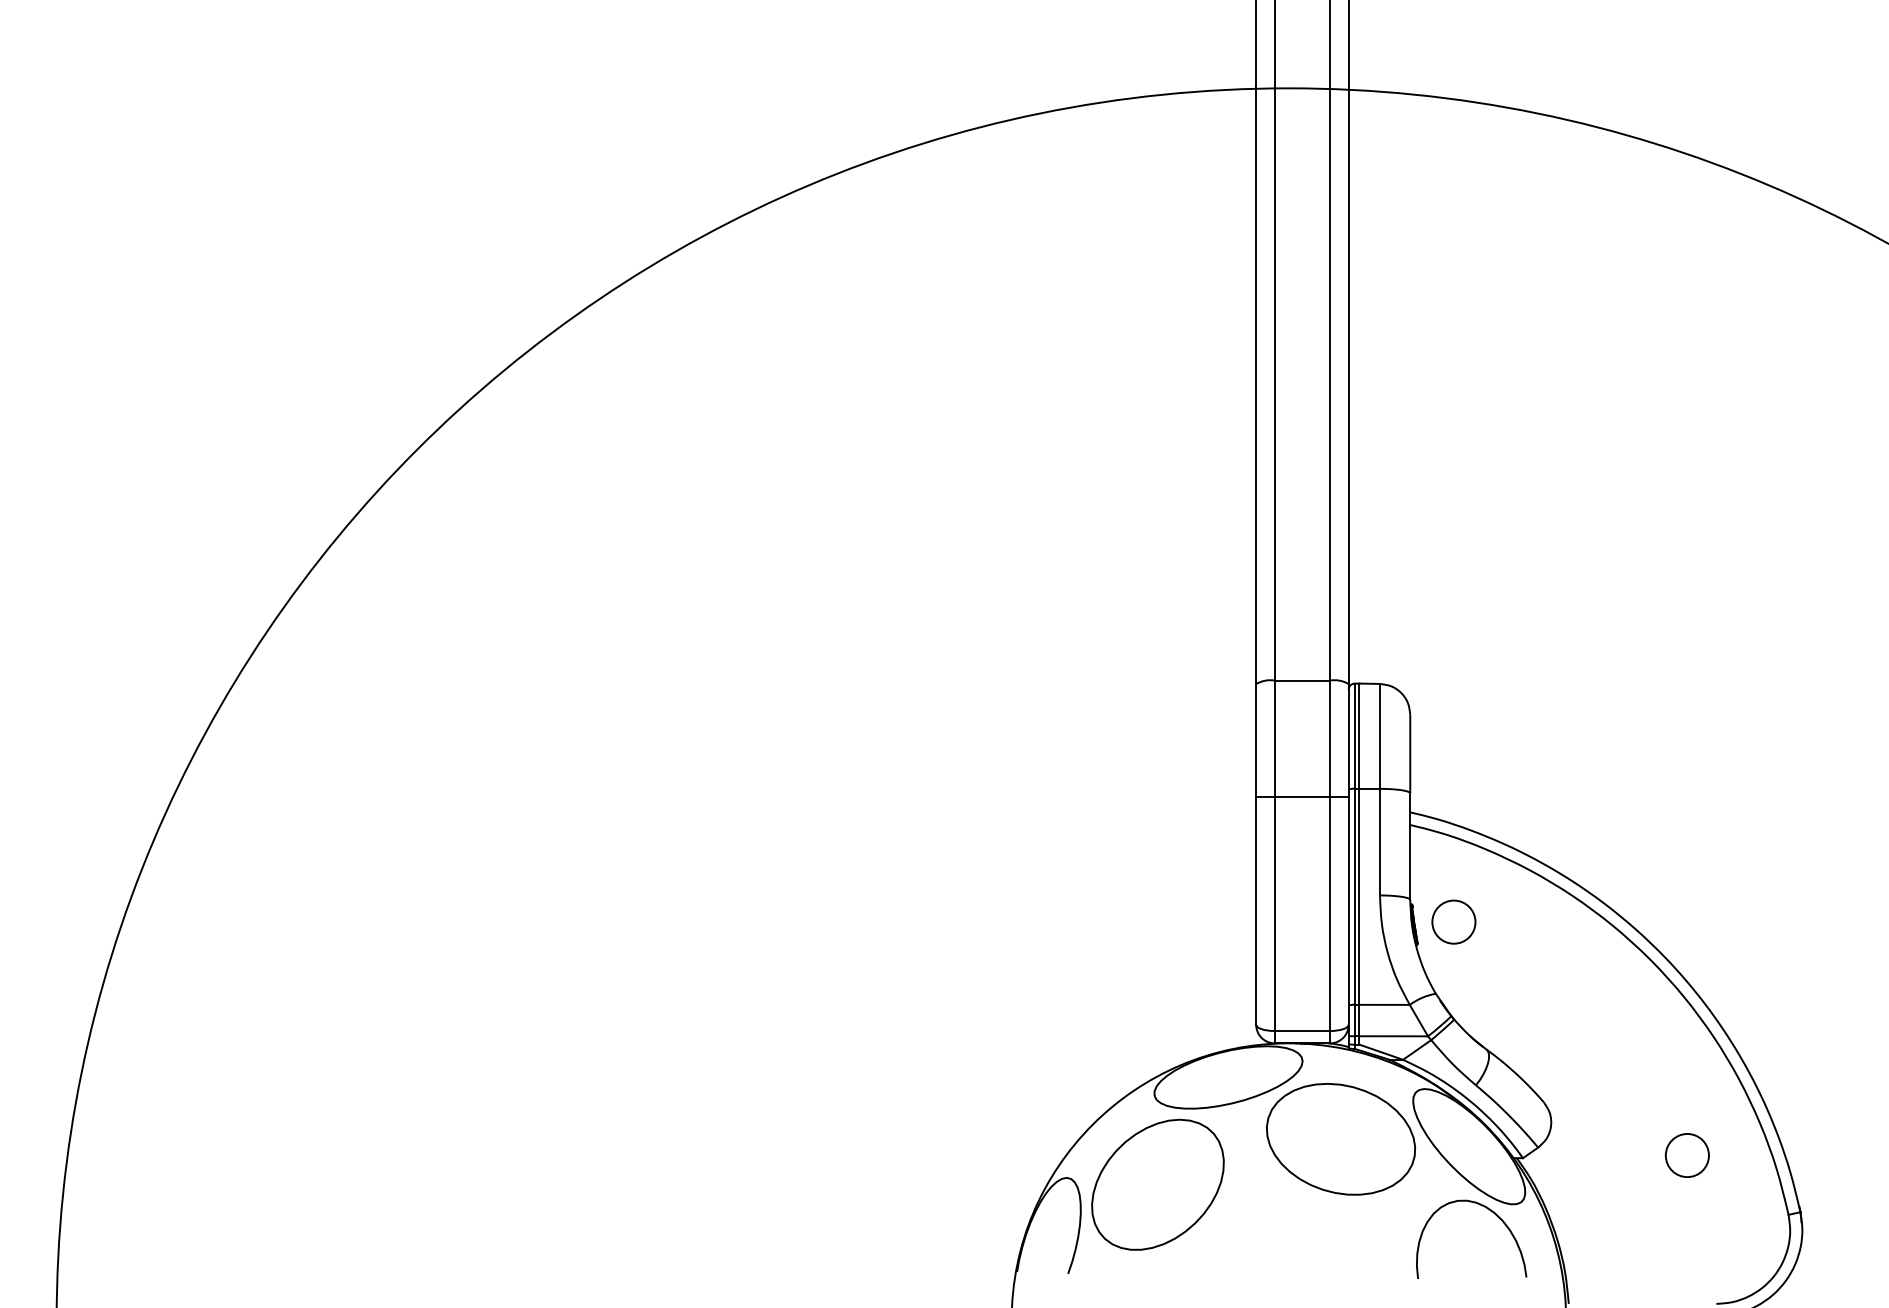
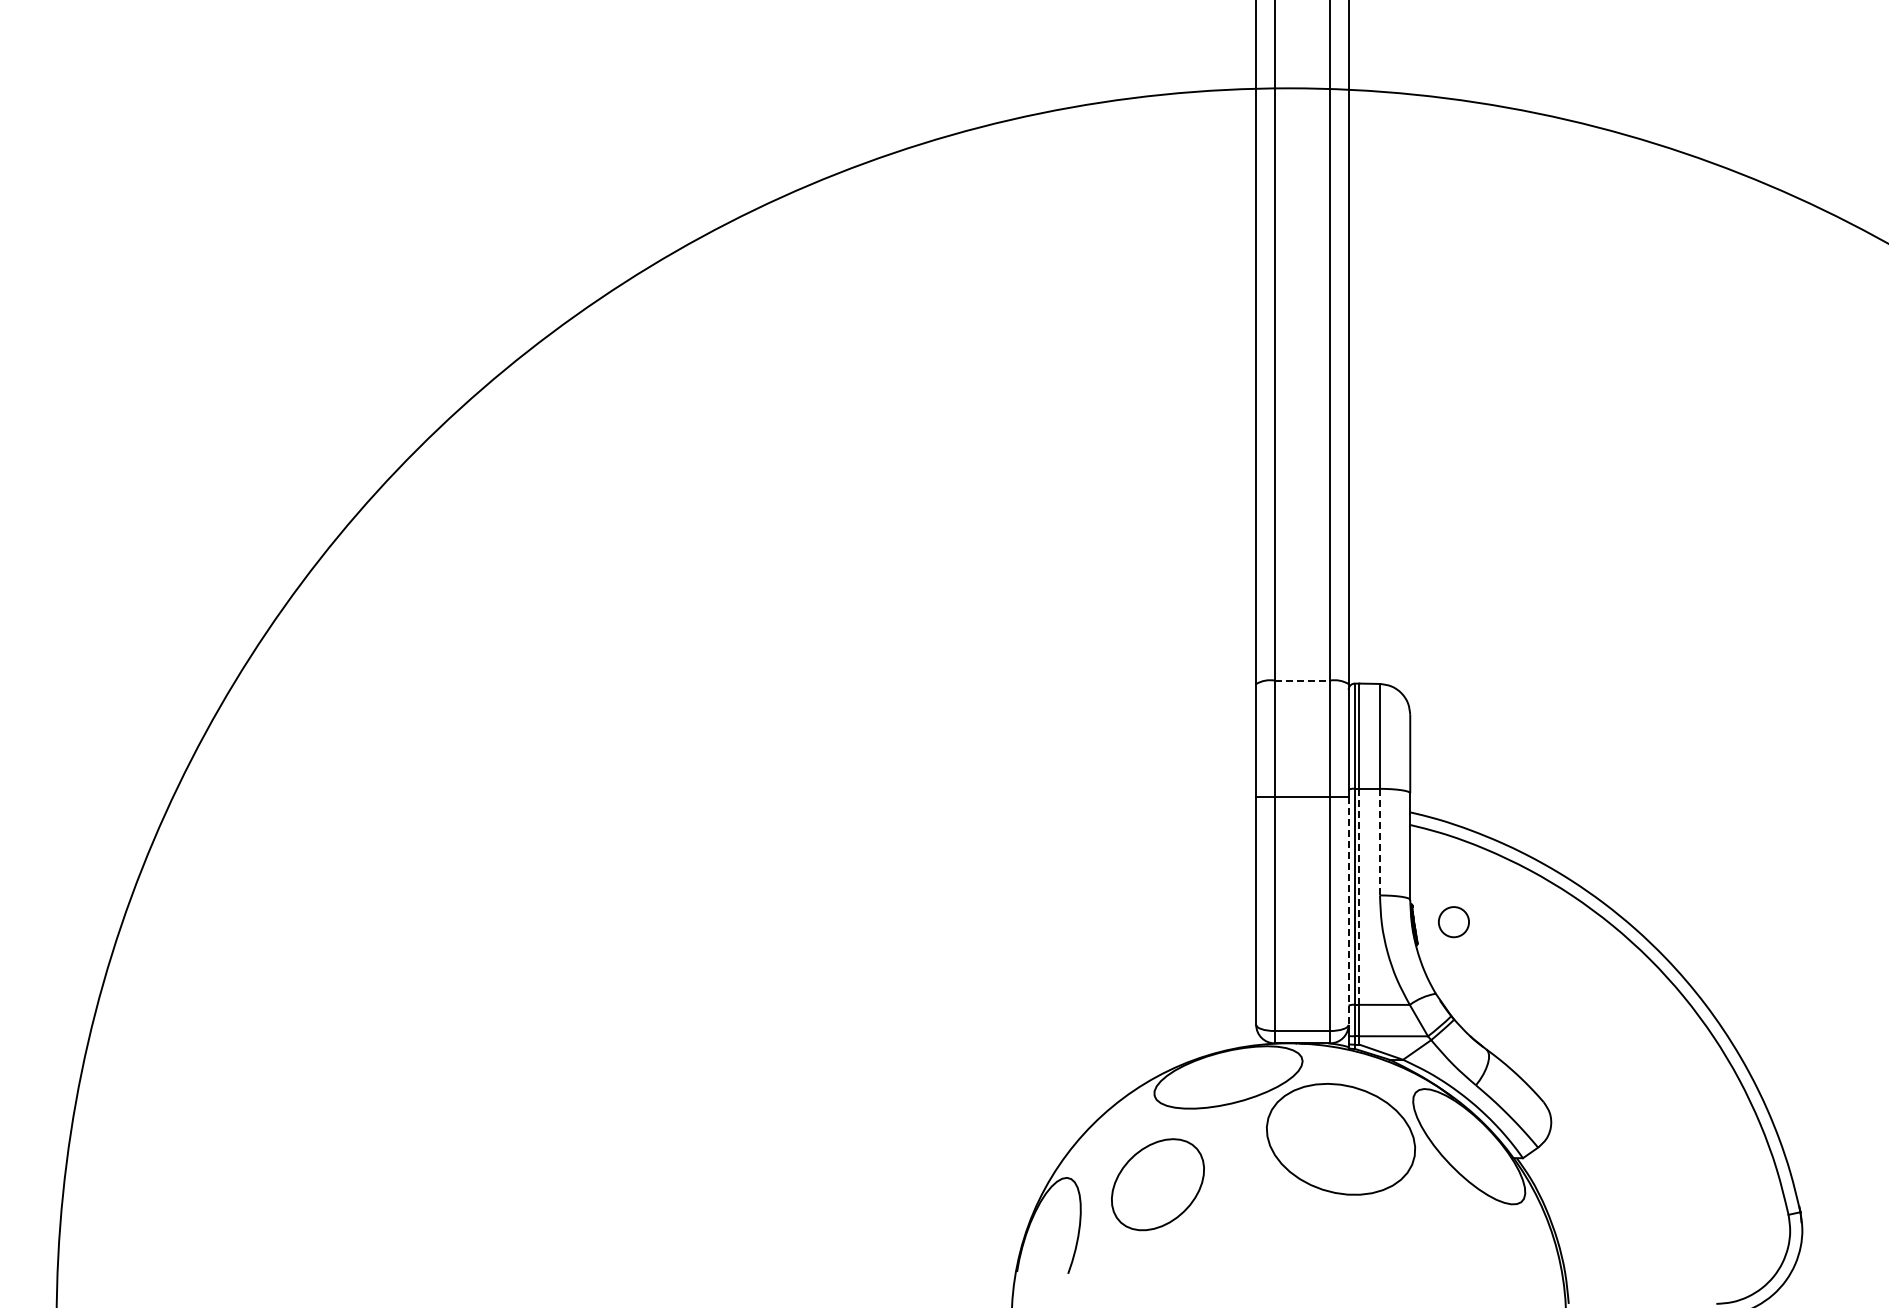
line at (1302, 680): solid -> dashed
line at (1380, 841): solid -> dashed
line at (1359, 897): solid -> dashed
line at (1348, 910): solid -> dashed
circle at (1453, 921) diameter: 43 px -> 30 px
circle at (1687, 1155): present -> none
part at (1157, 1184) size: 134x133 px -> 94x94 px
curve at (1490, 1211): present -> none
